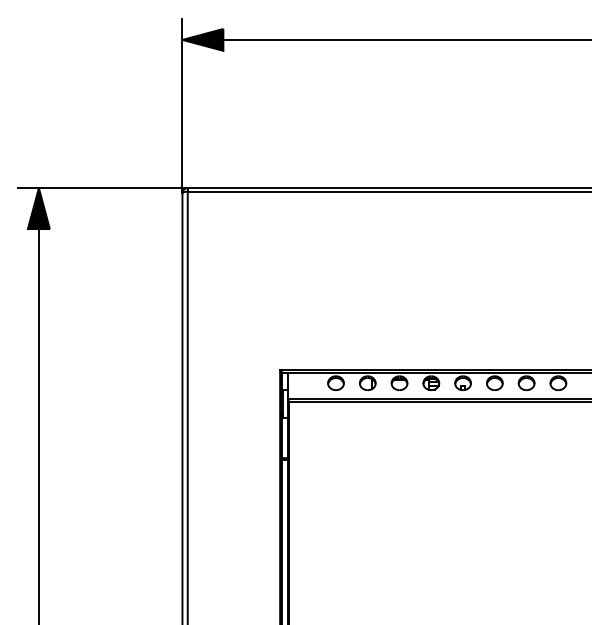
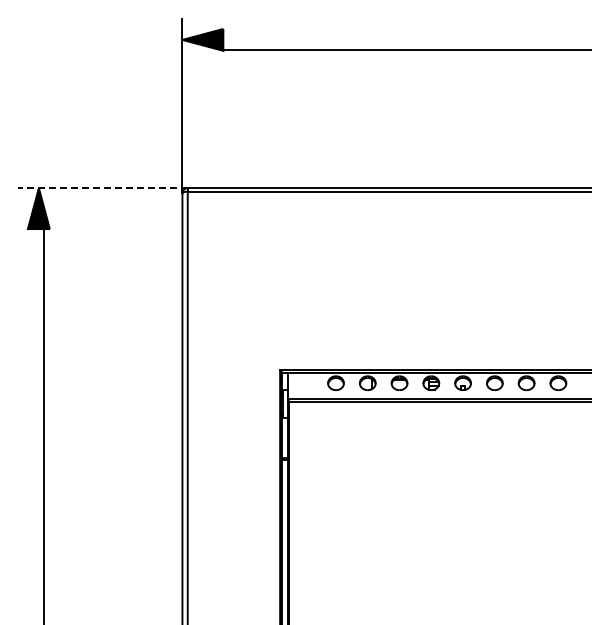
line at (405, 39) position: (405, 39) -> (405, 49)
line at (102, 188): solid -> dashed
line at (38, 425) position: (38, 425) -> (43, 425)
